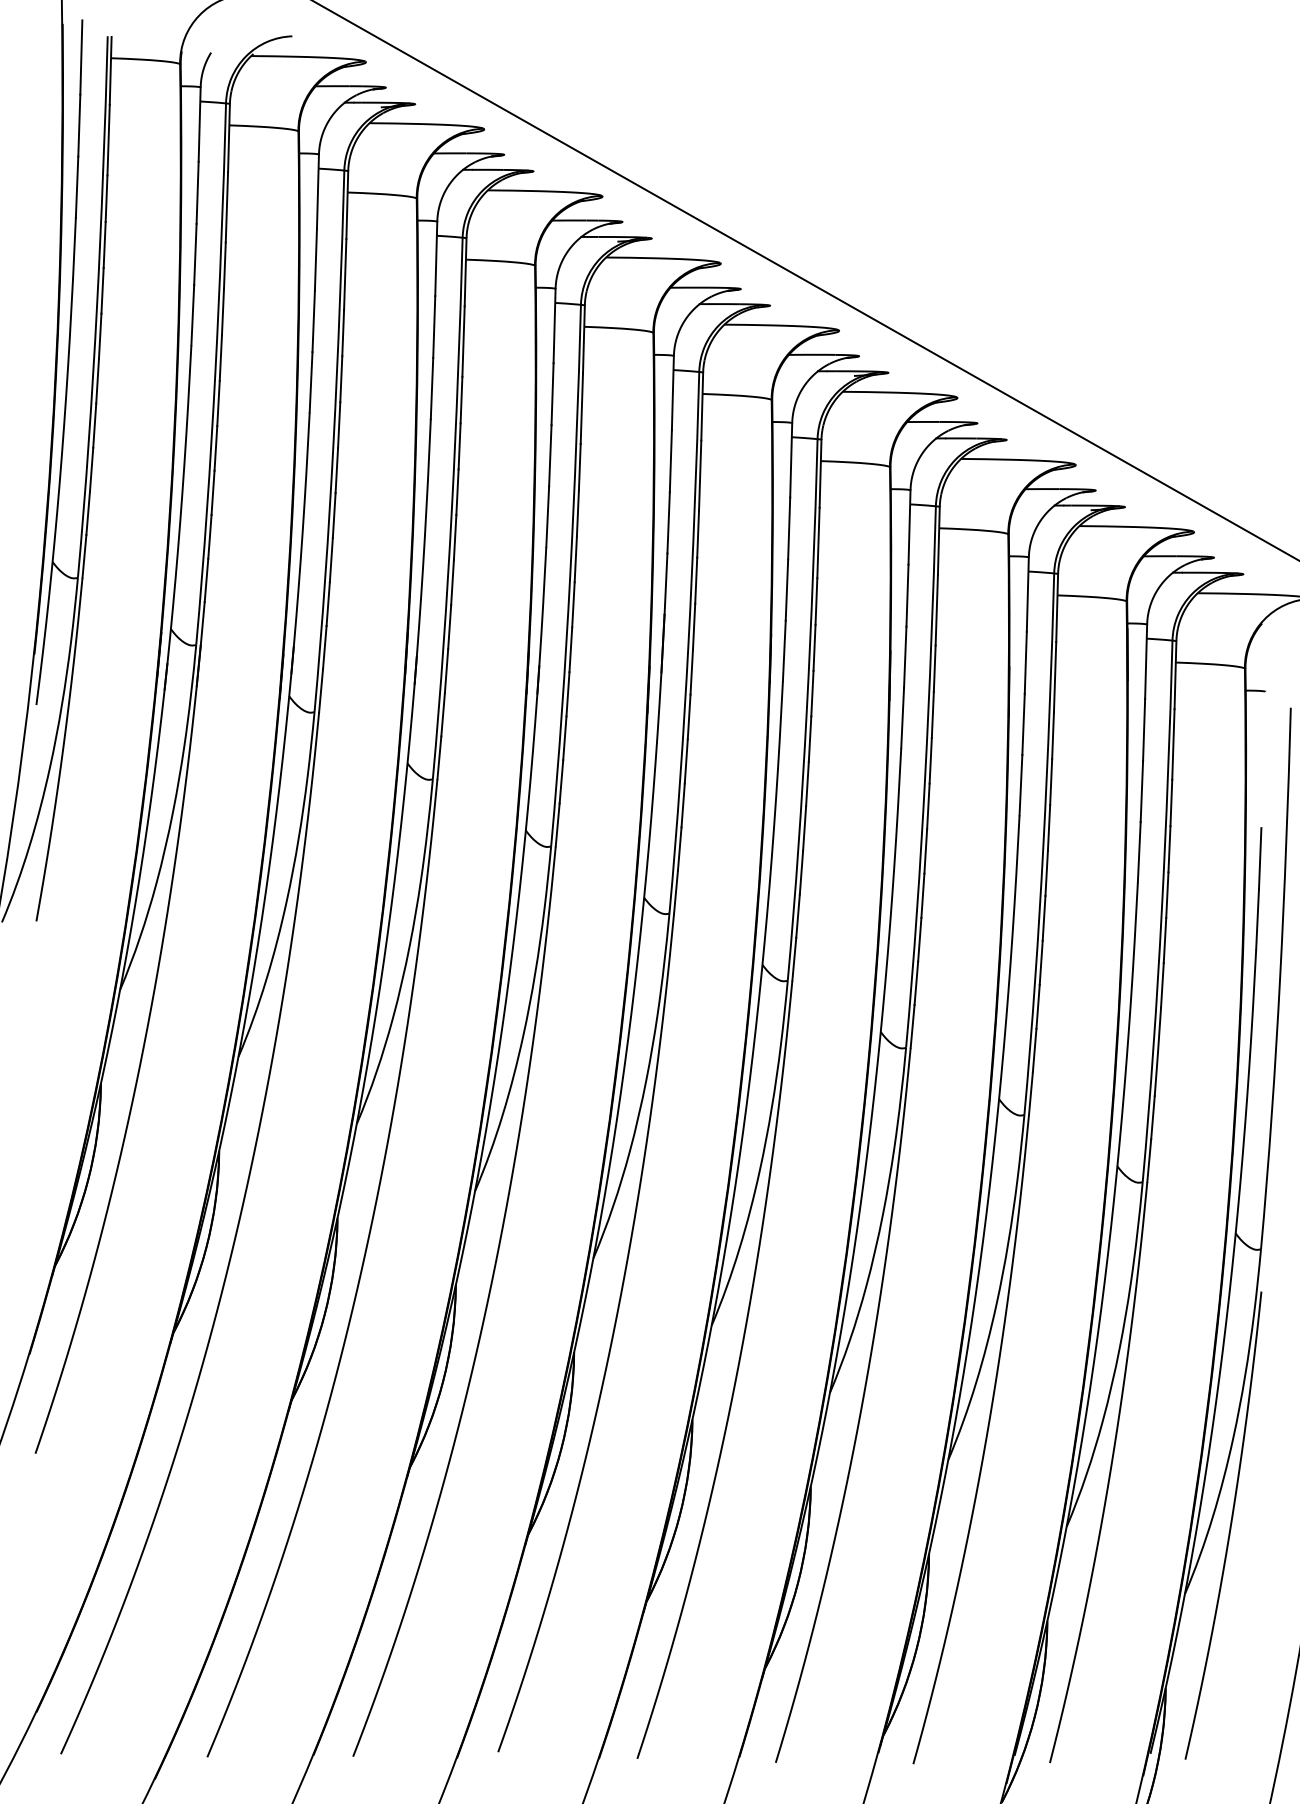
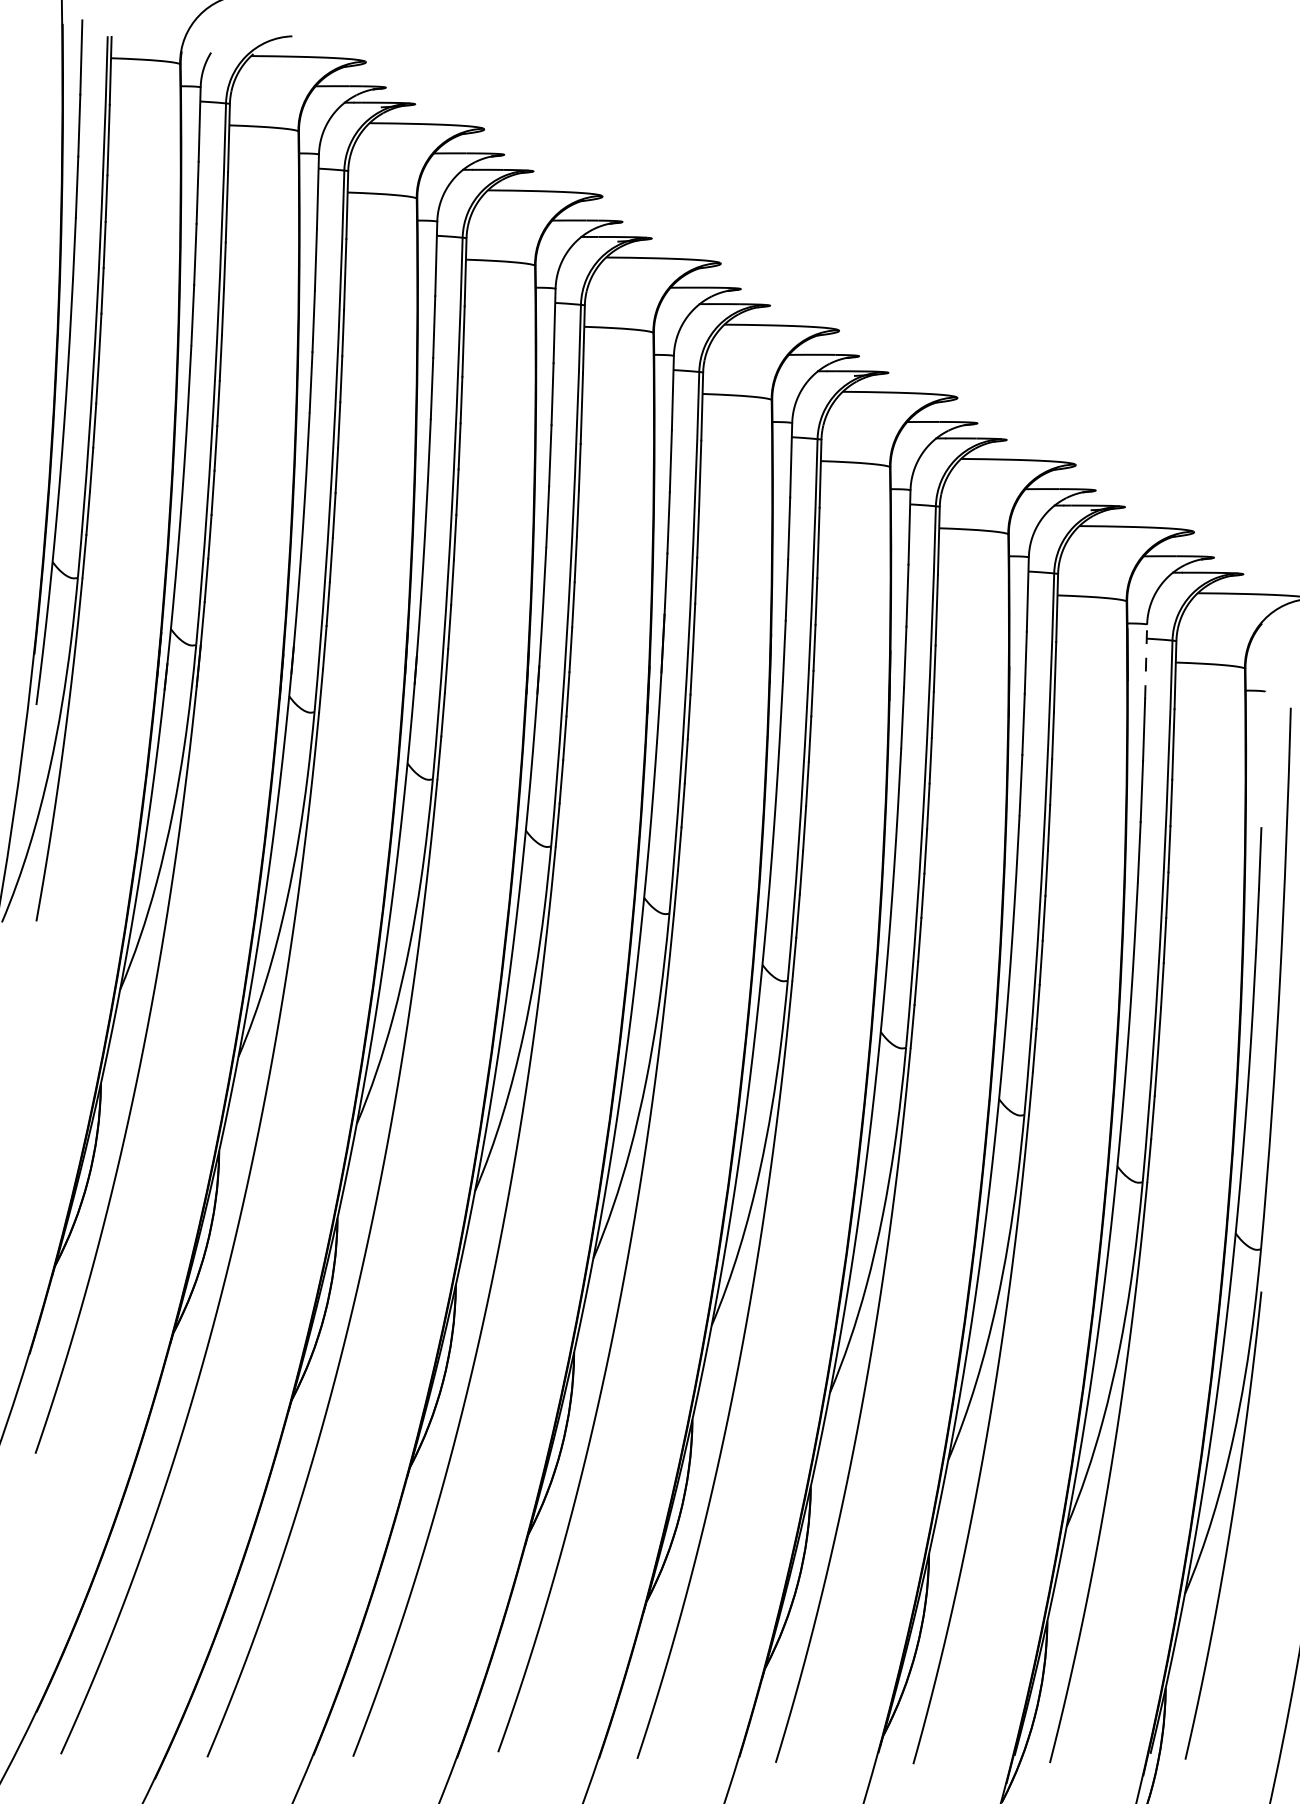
line at (805, 280): present -> none
line at (1146, 661): solid -> dashed
